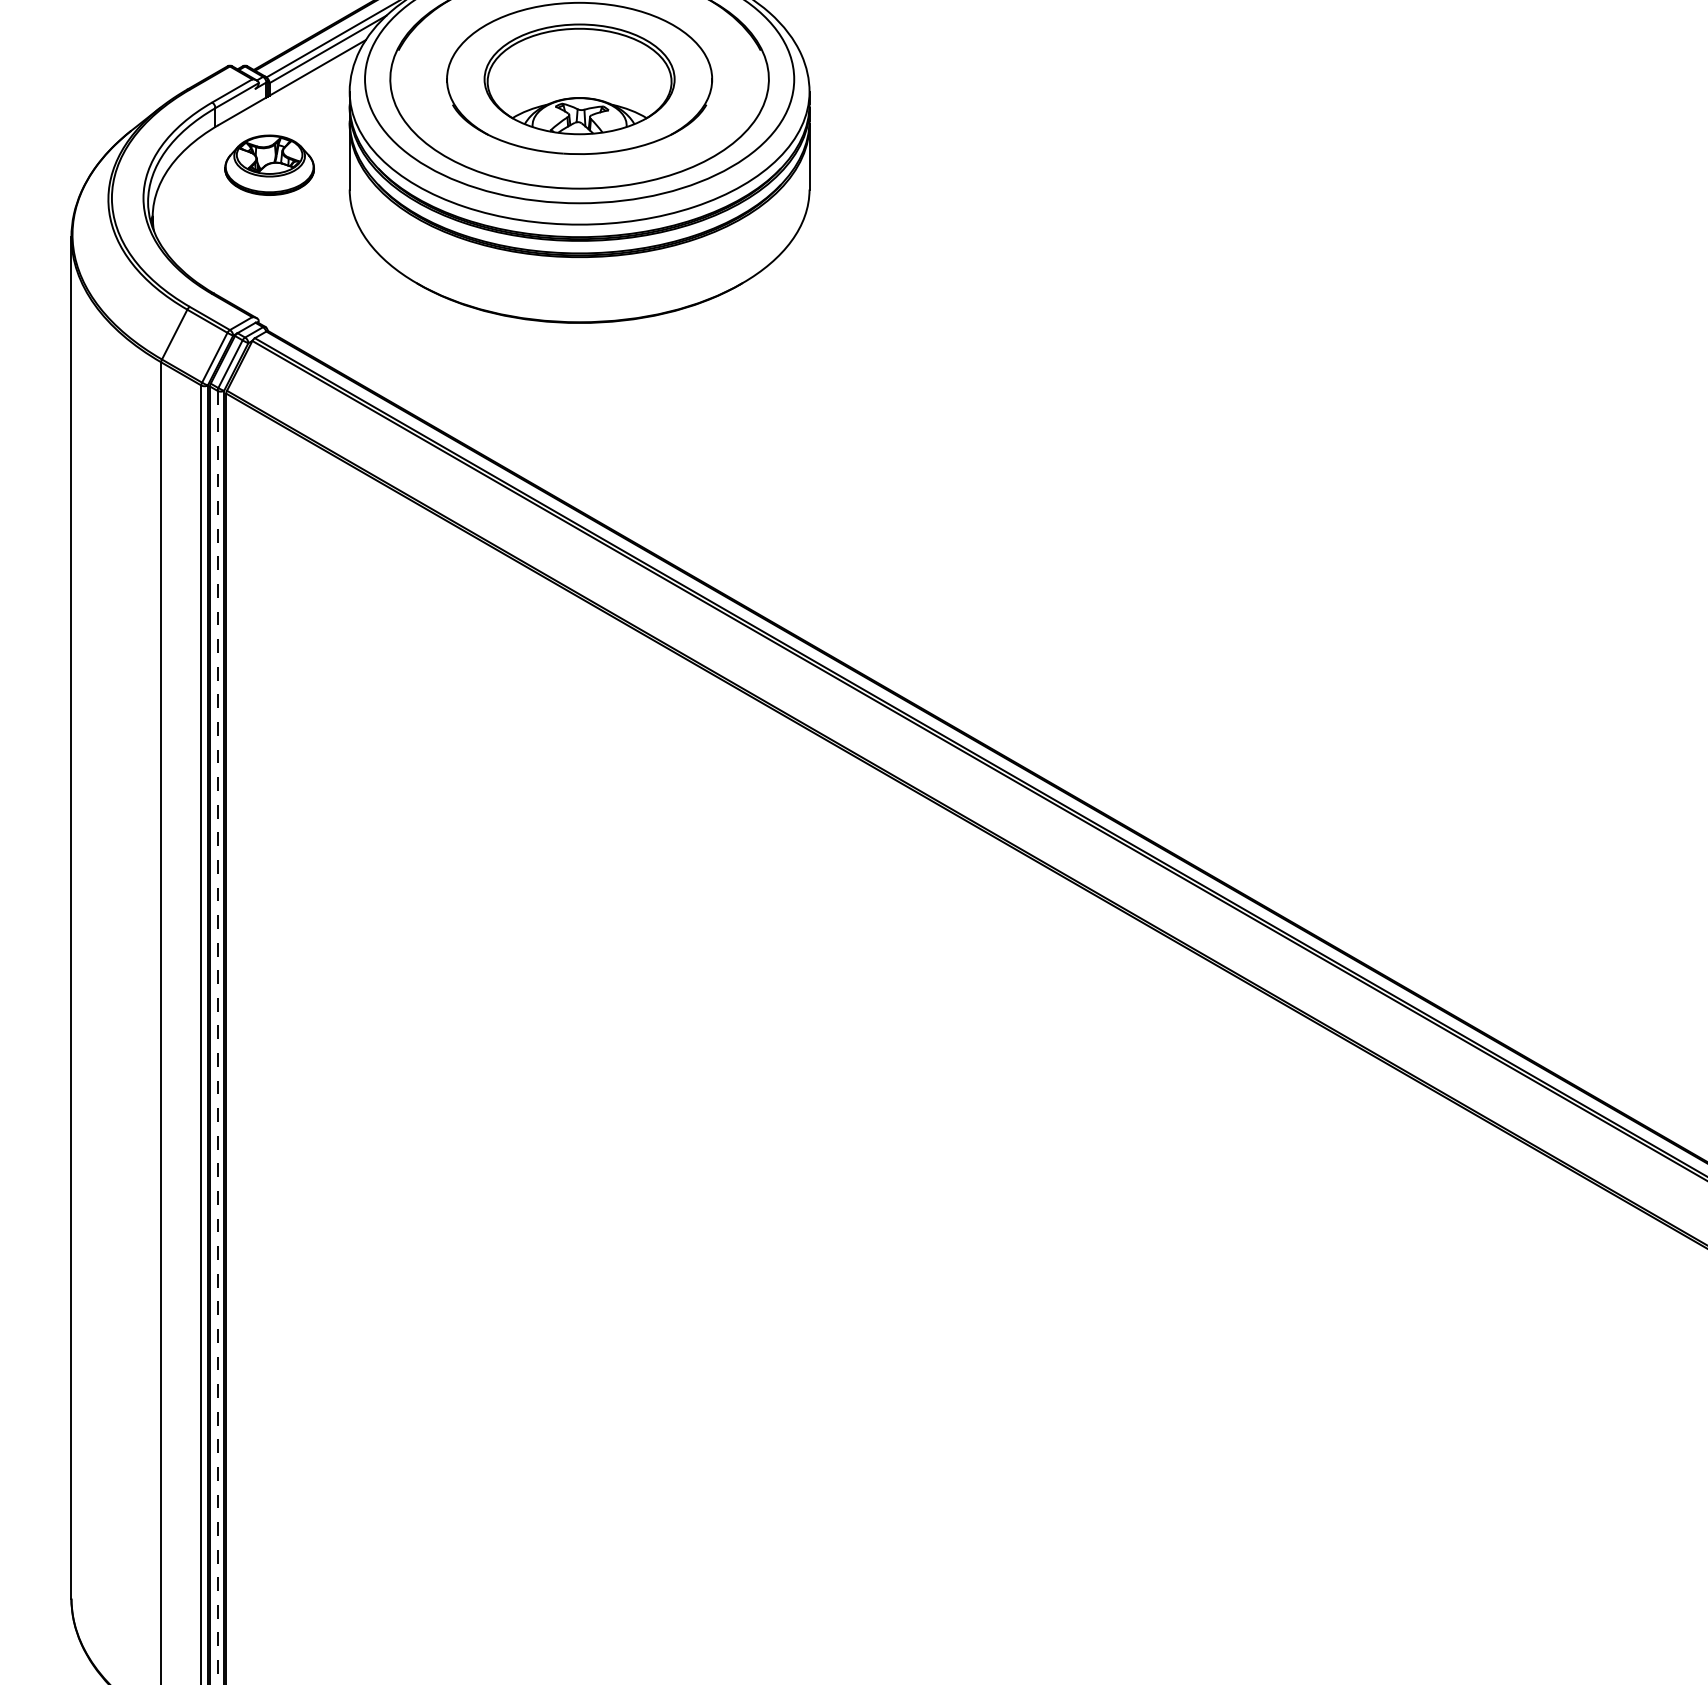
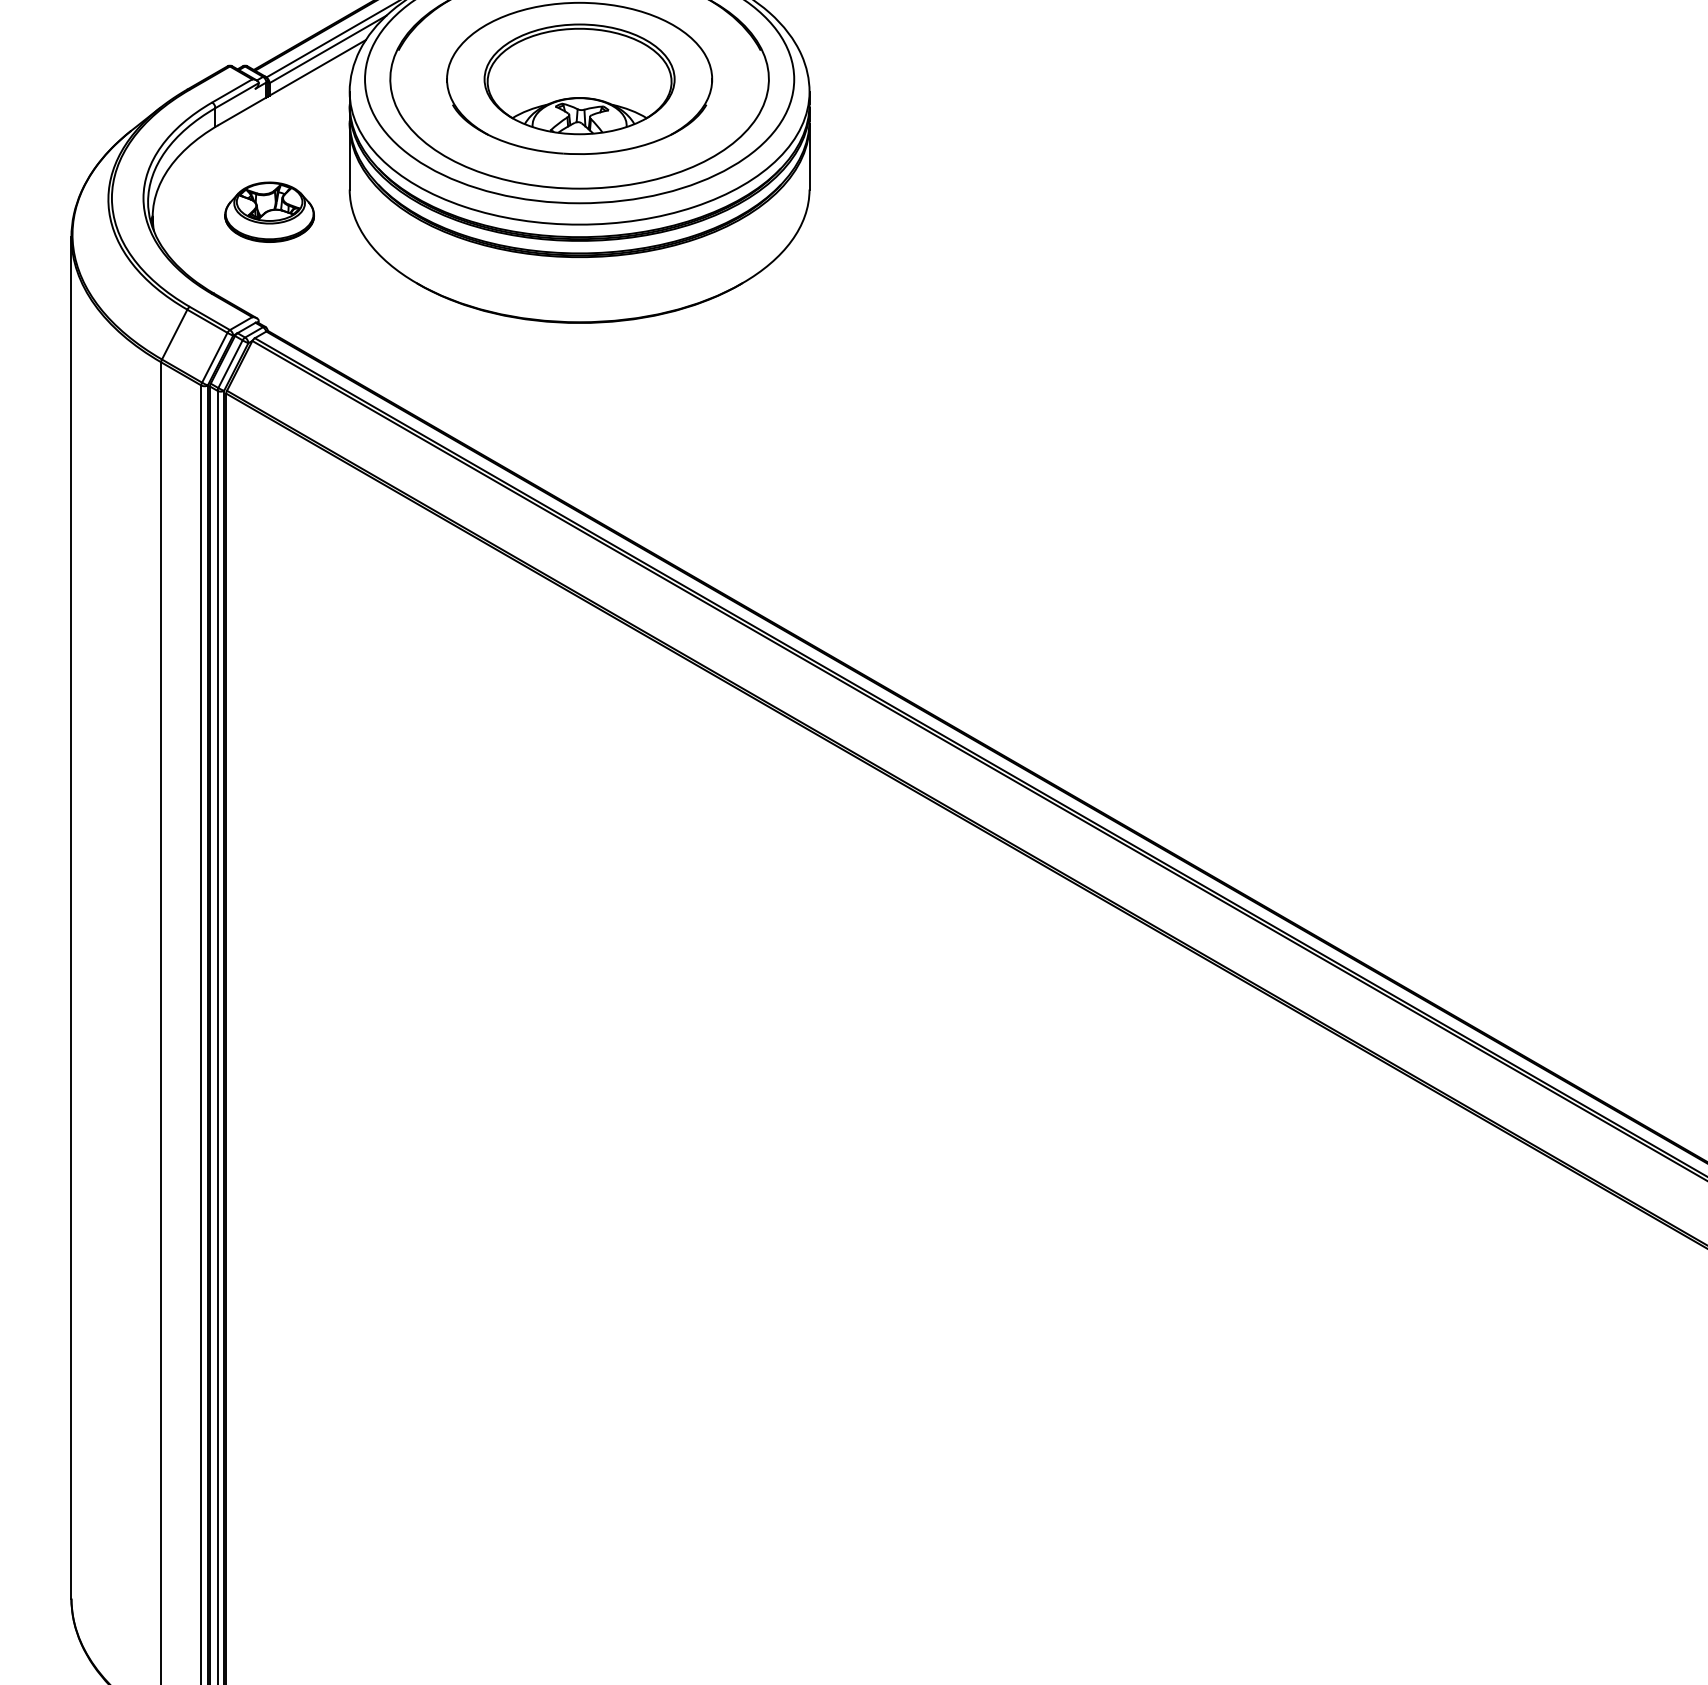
part at (269, 164) position: (269, 164) -> (269, 211)
line at (217, 1037): dashed -> solid
